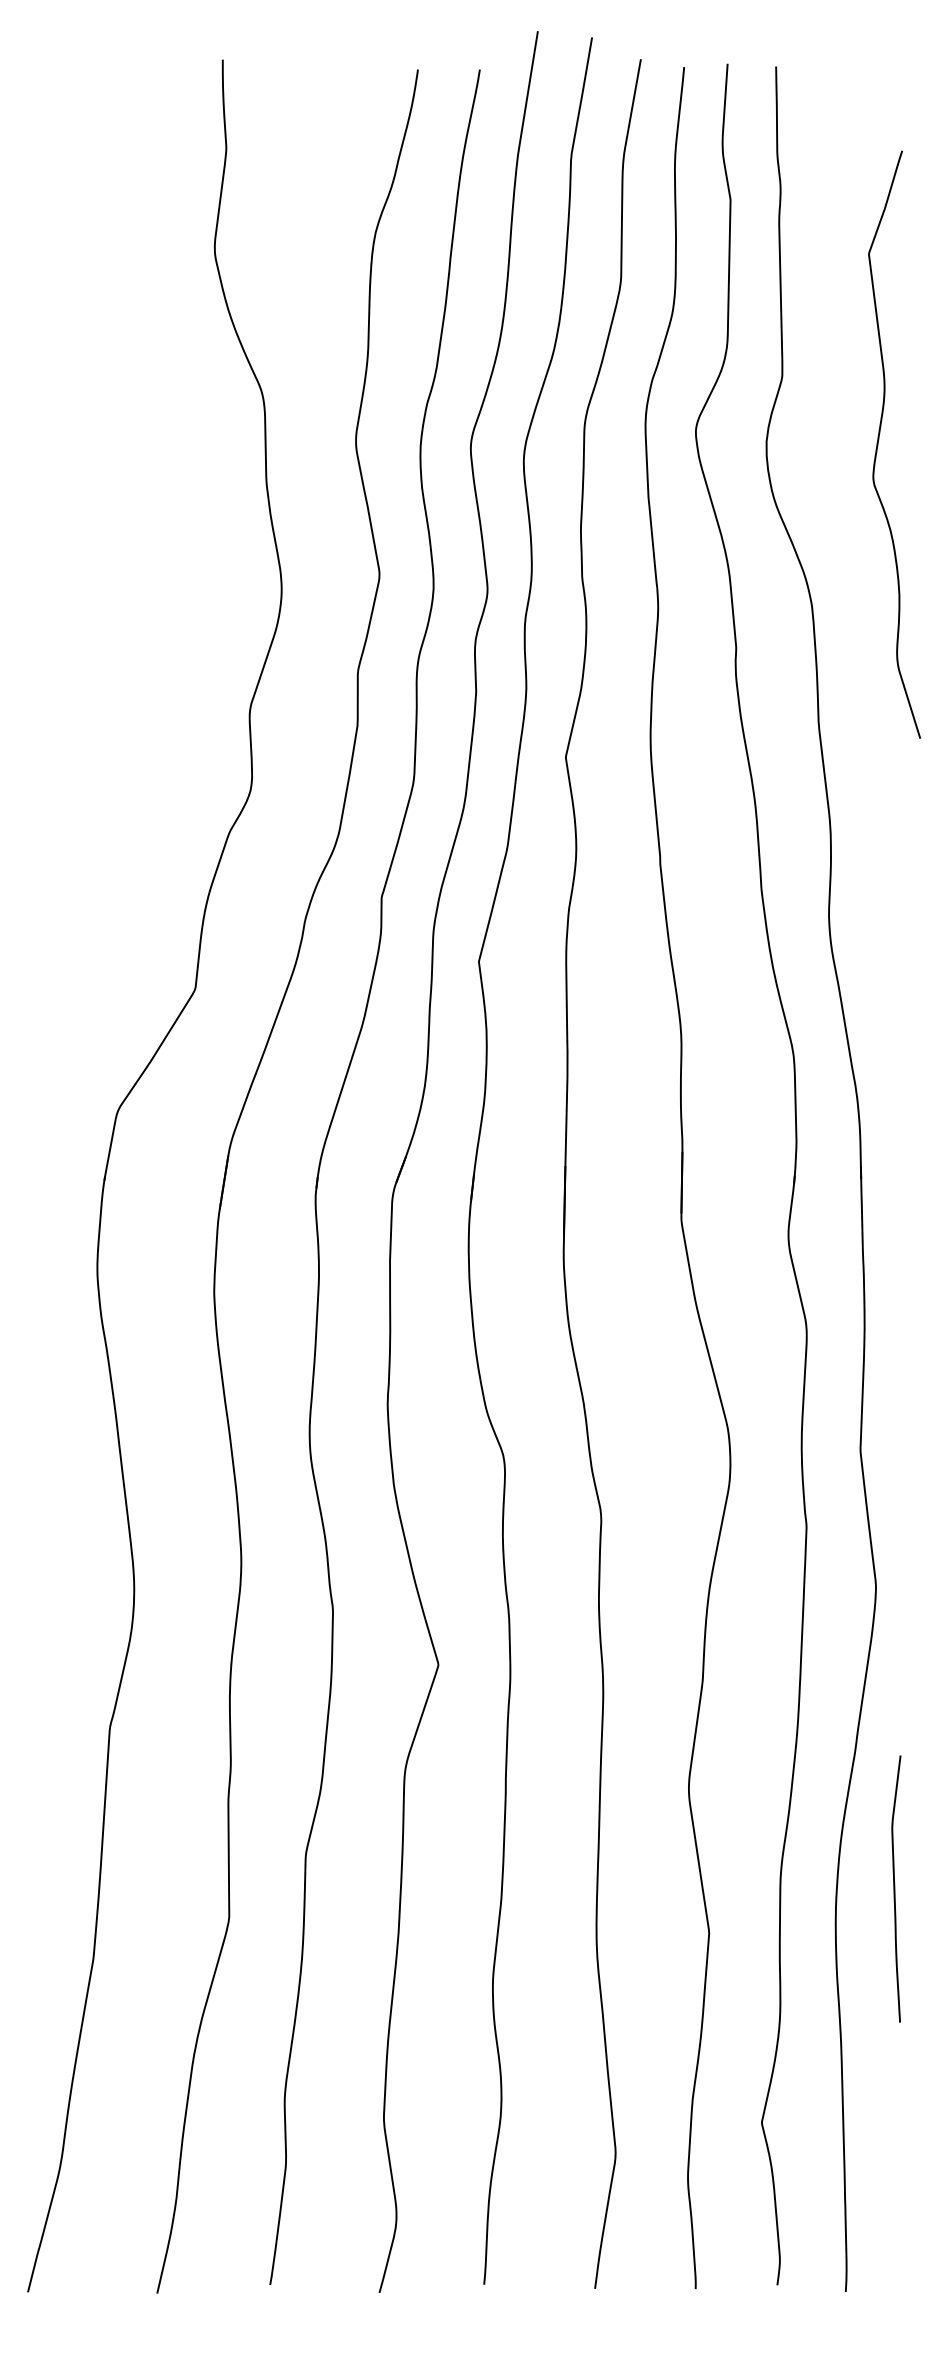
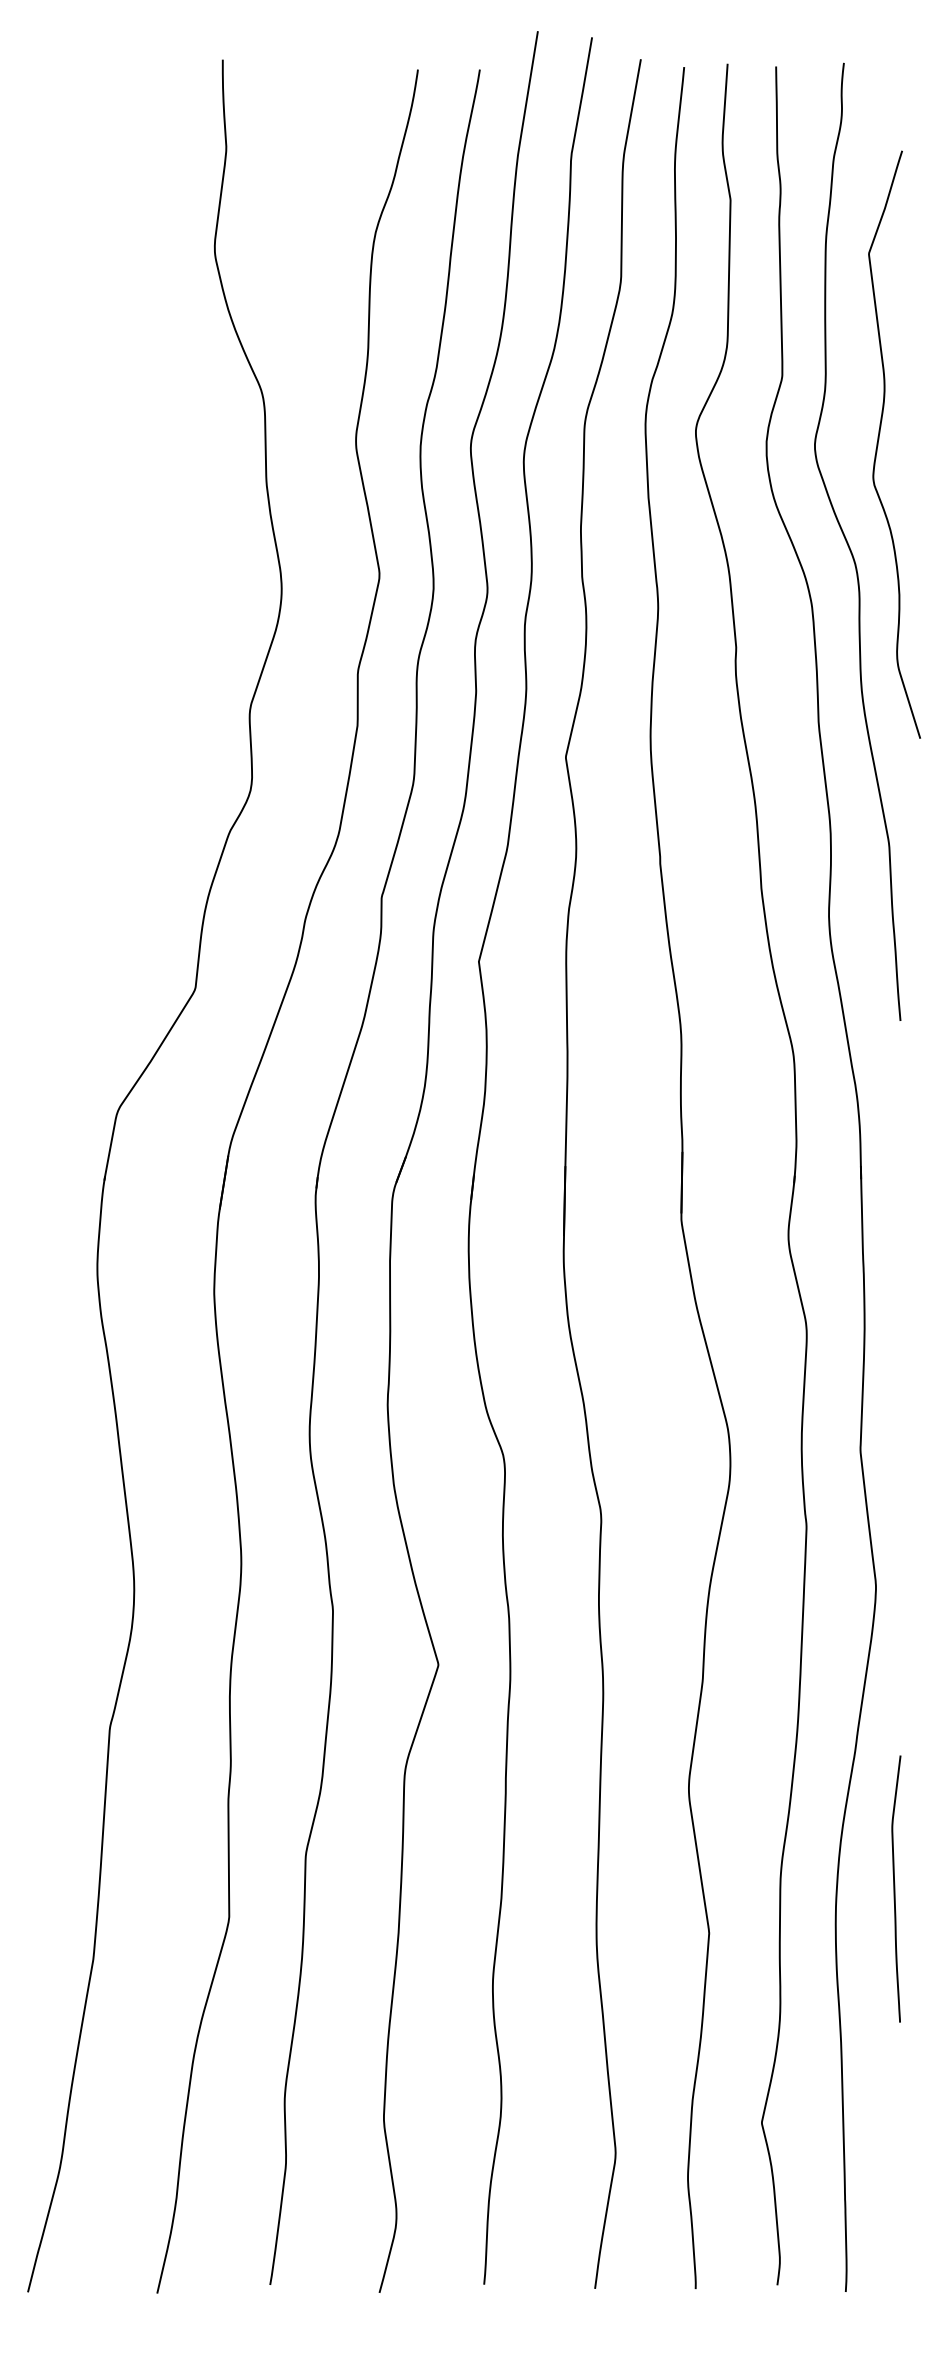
curve at (849, 545): none -> present
